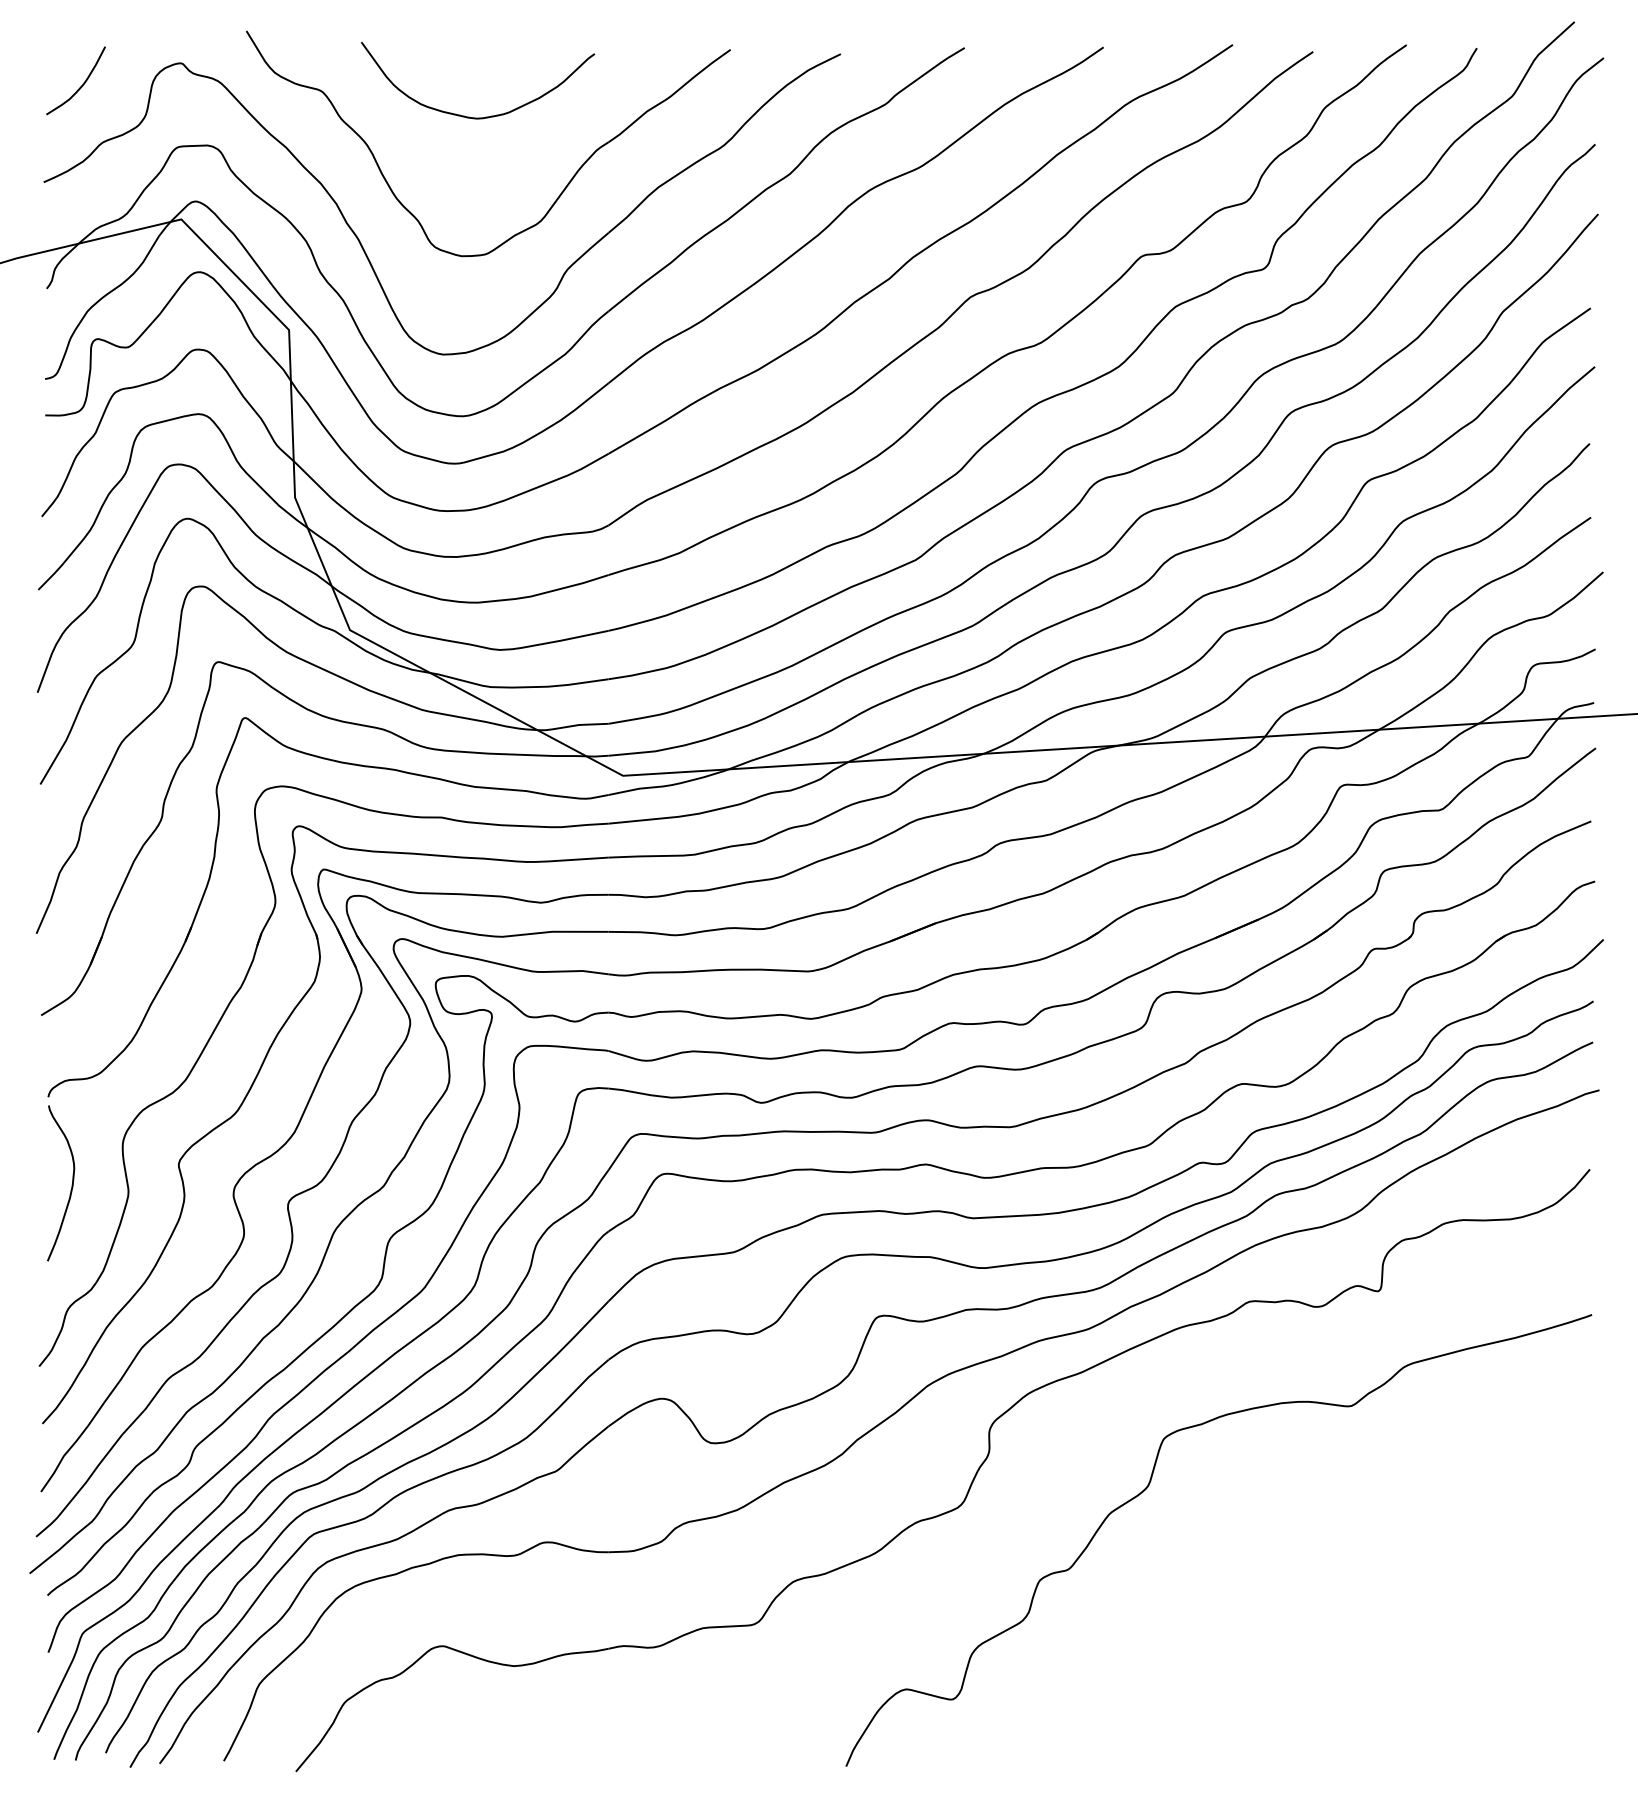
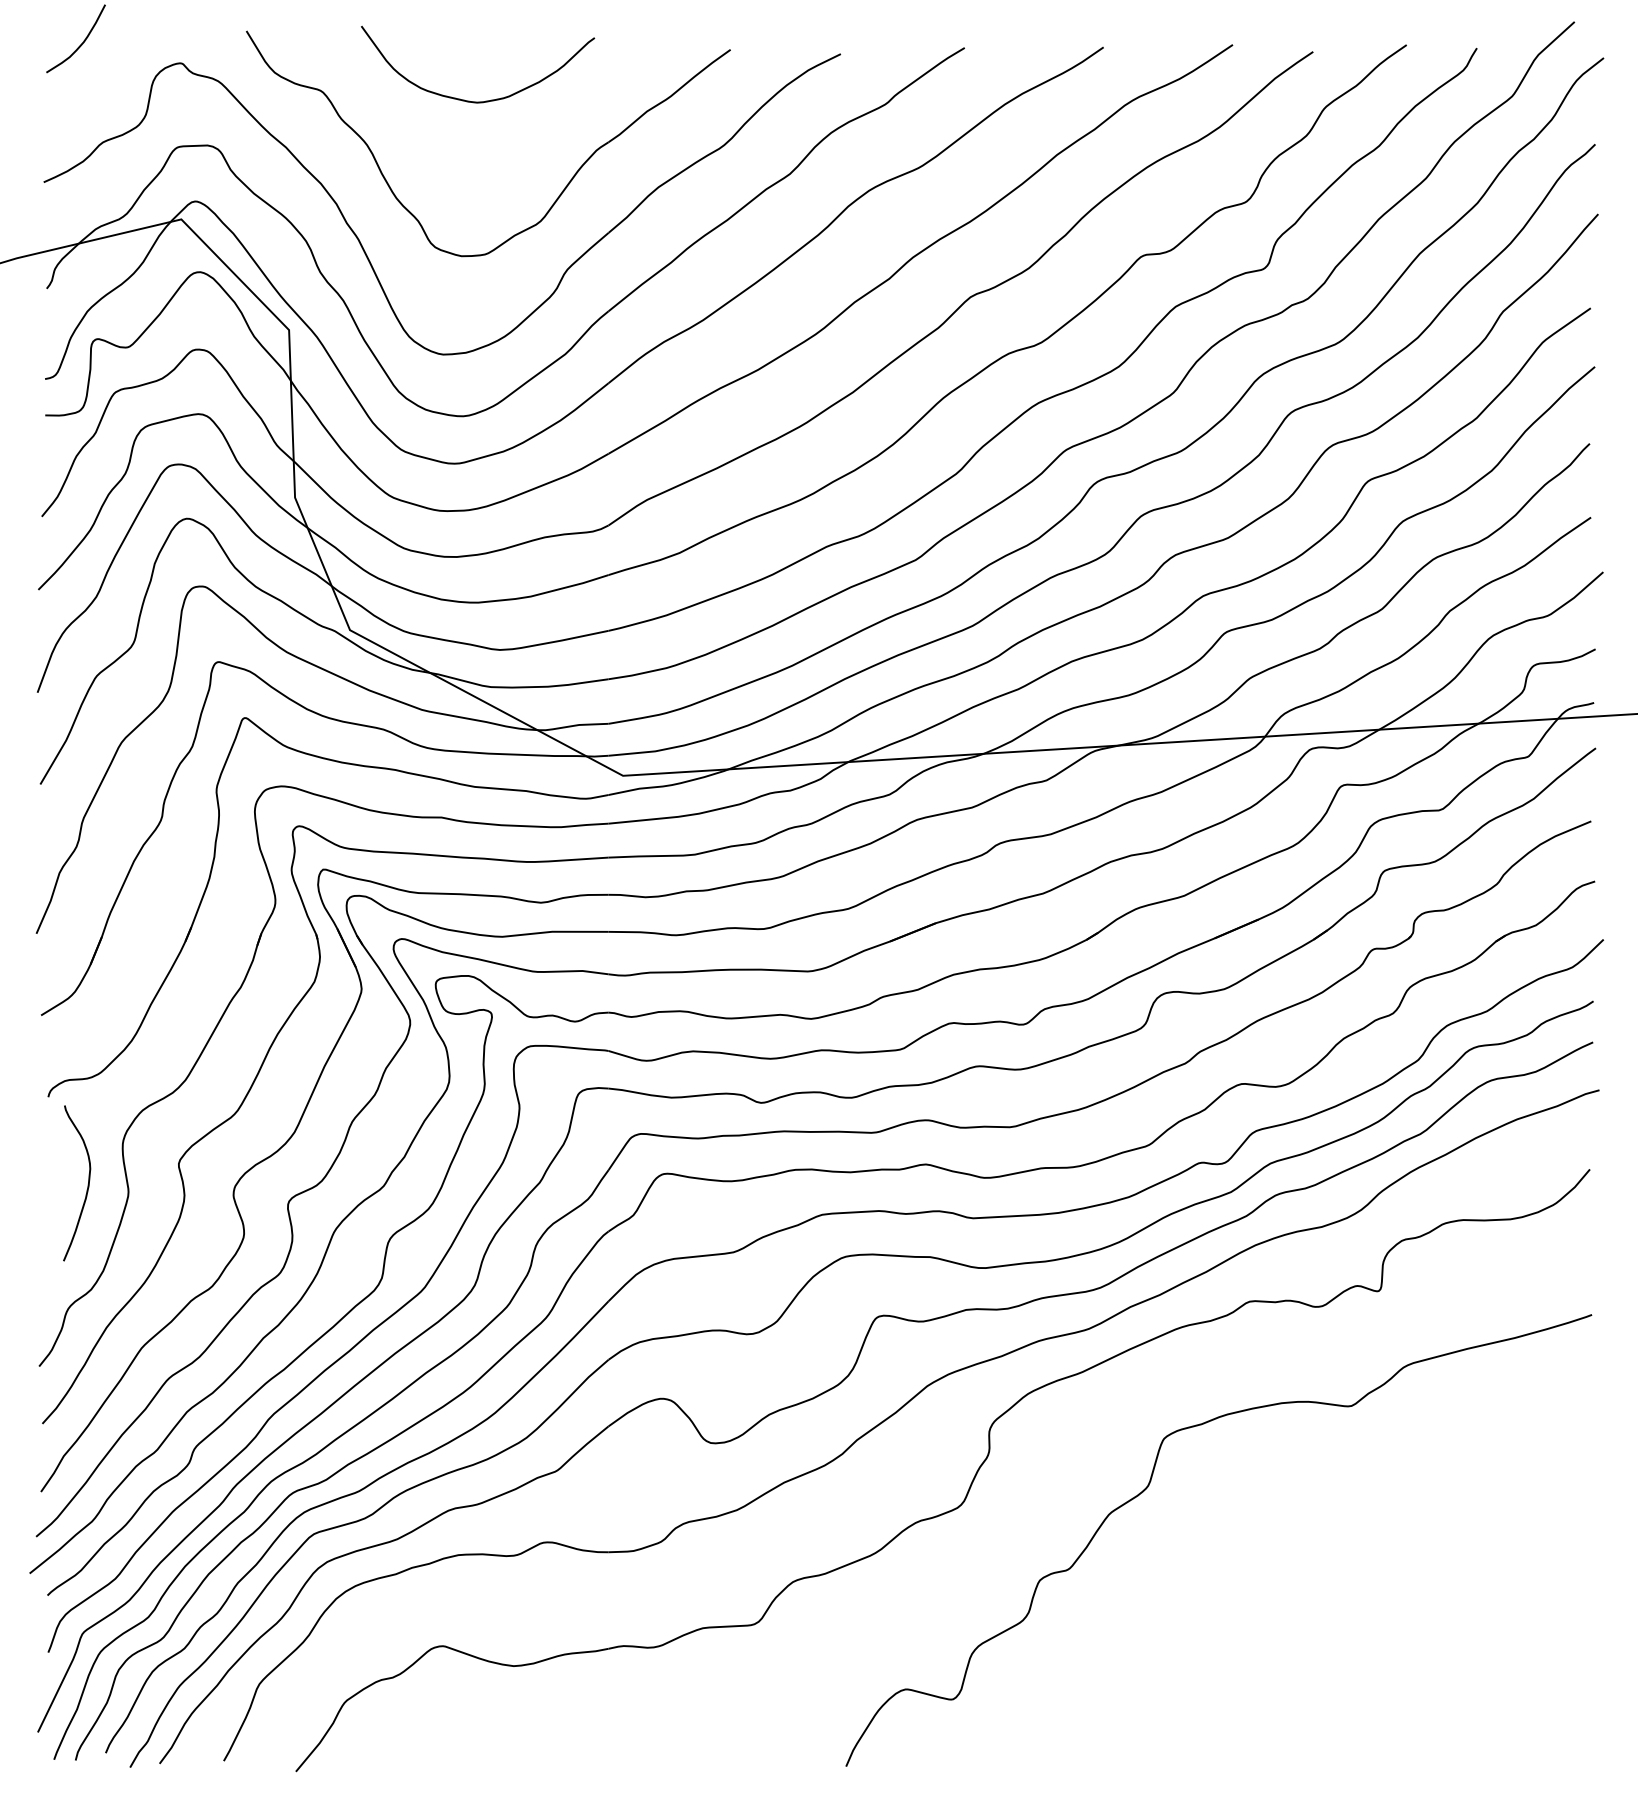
curve at (81, 85) position: (81, 85) -> (81, 43)
curve at (485, 116) position: (485, 116) -> (485, 100)
curve at (71, 1184) position: (71, 1184) -> (87, 1184)
